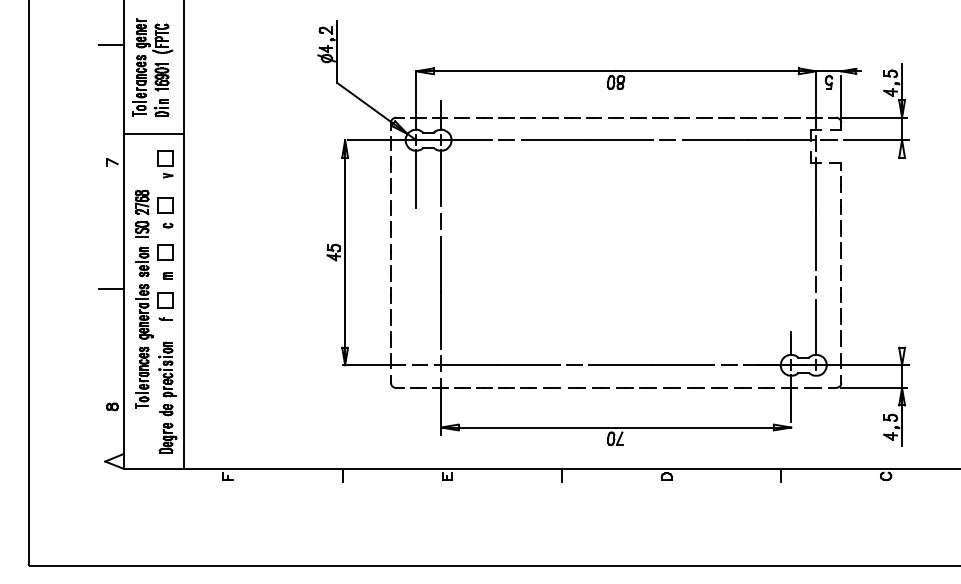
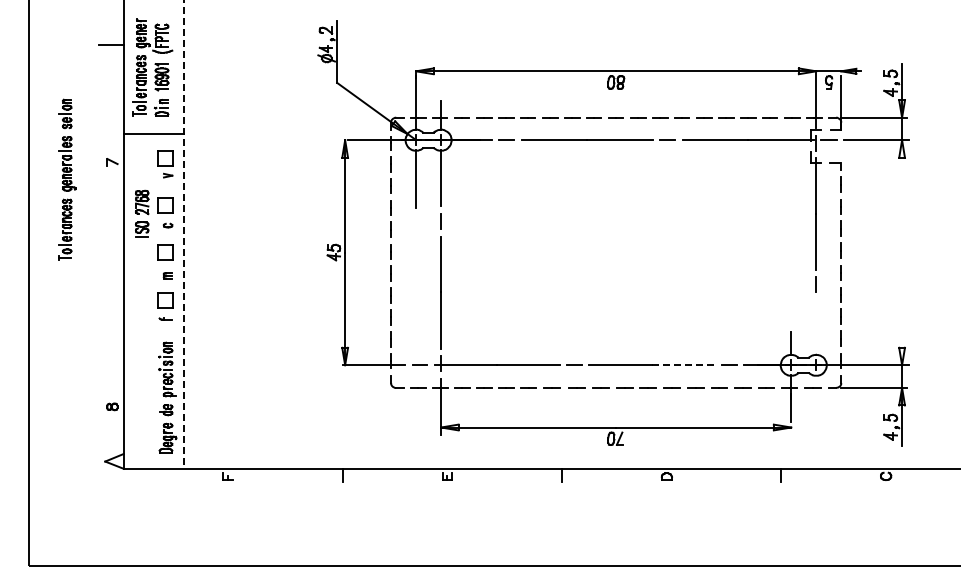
line at (183, 235): solid -> dashed
line at (110, 289): present -> none
part at (144, 327) position: (144, 327) -> (67, 179)
line at (816, 327): present -> none
line at (682, 365): solid -> dashed
